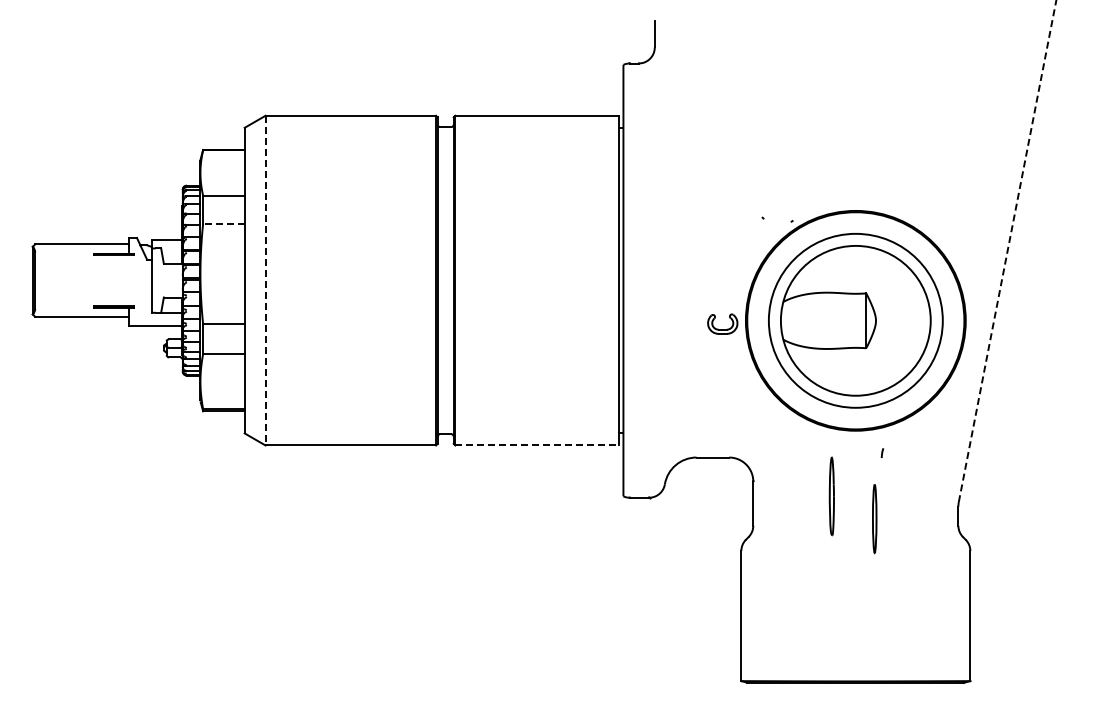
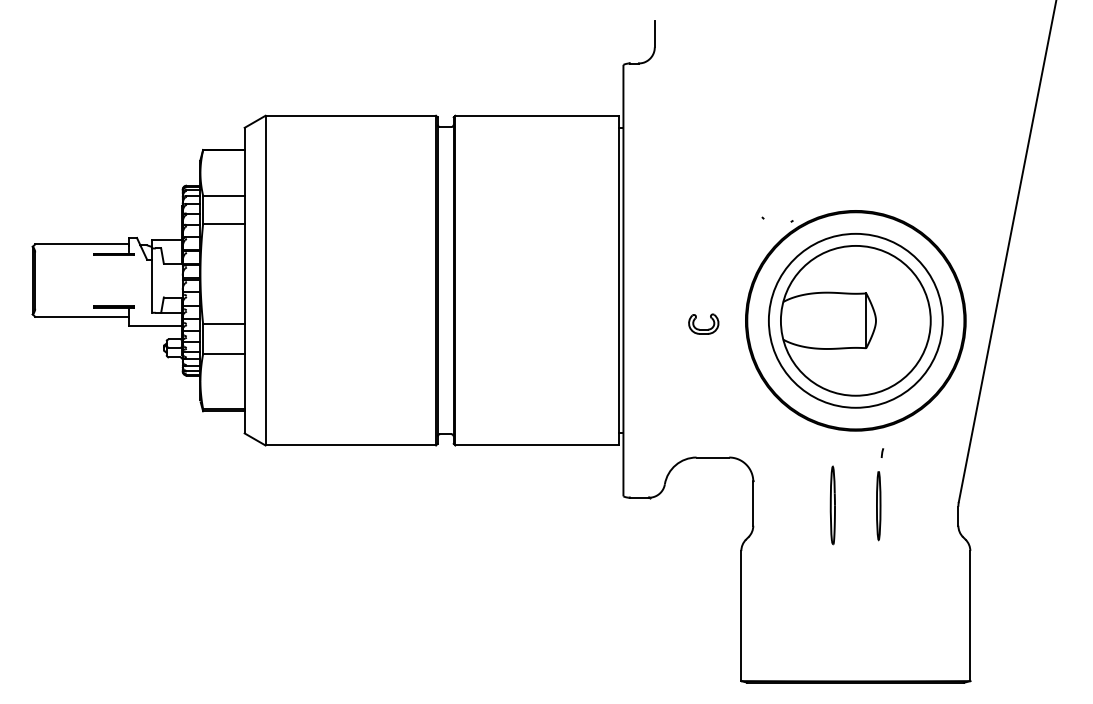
line at (223, 223): dashed -> solid
line at (1007, 251): dashed -> solid
line at (265, 280): dashed -> solid
part at (722, 323) position: (722, 323) -> (703, 323)
line at (536, 445): dashed -> solid
part at (831, 496) position: (831, 496) -> (832, 505)
part at (874, 519) position: (874, 519) -> (878, 506)
